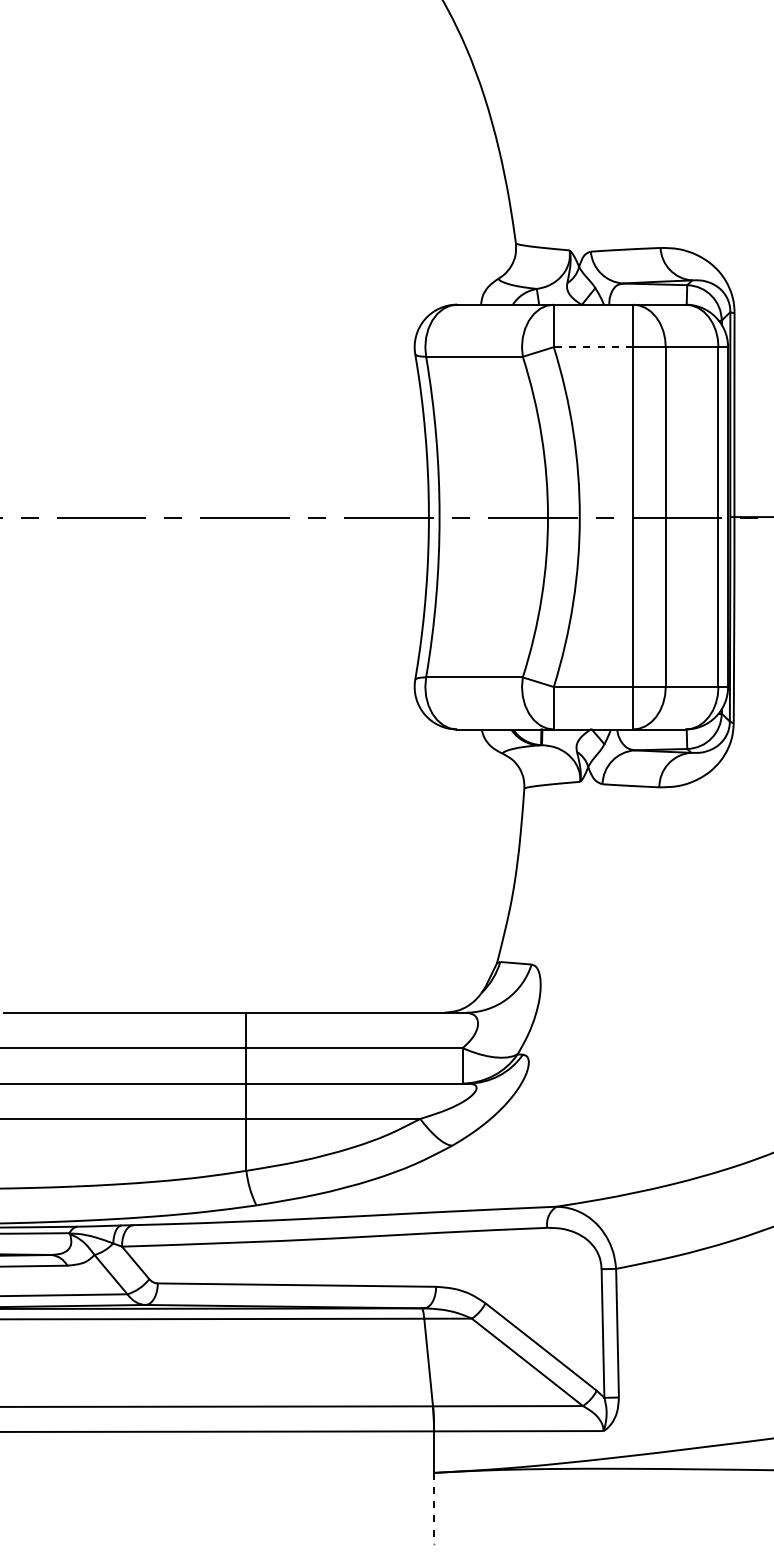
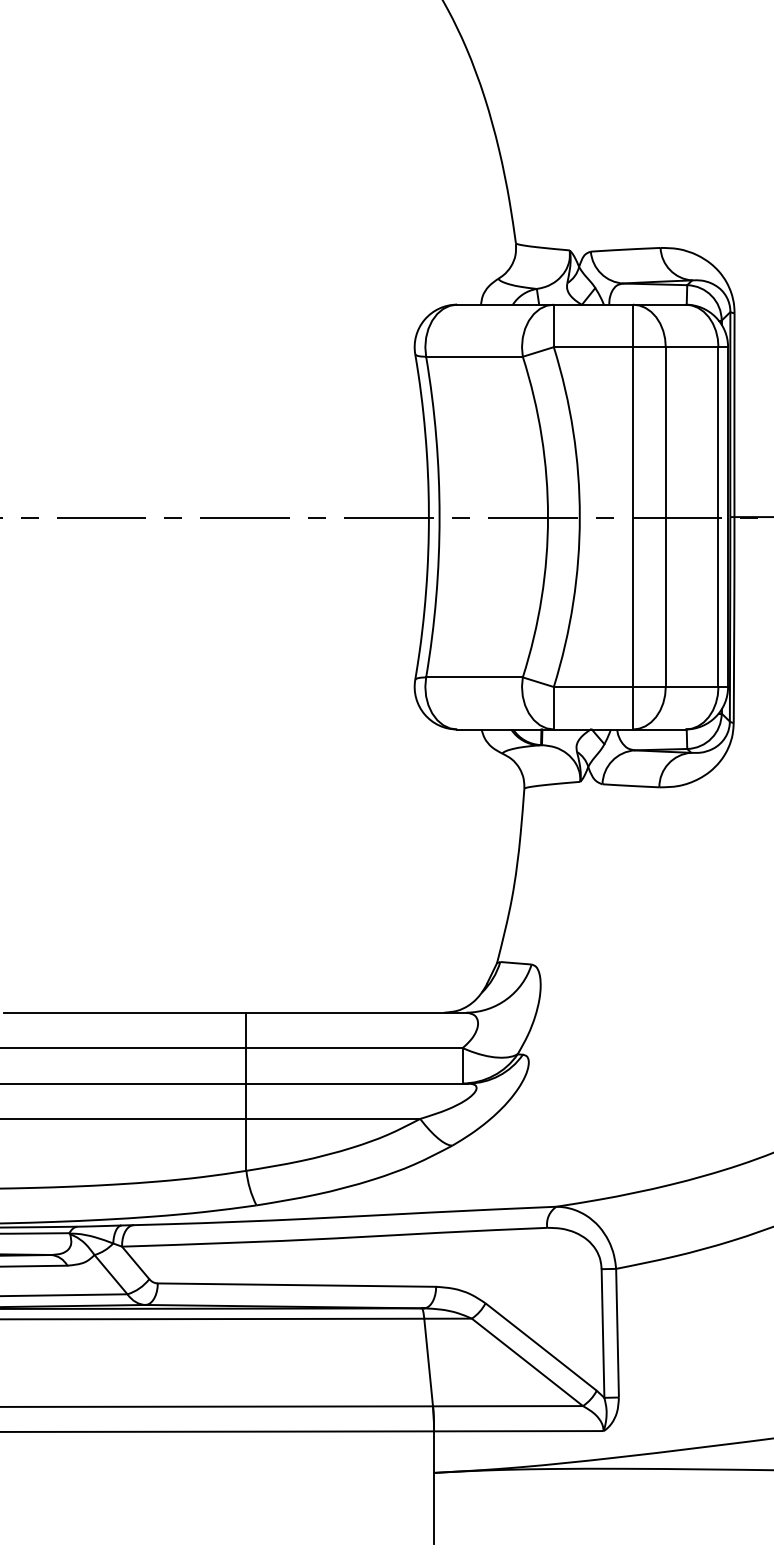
line at (593, 347): dashed -> solid
line at (434, 1508): dashed -> solid
